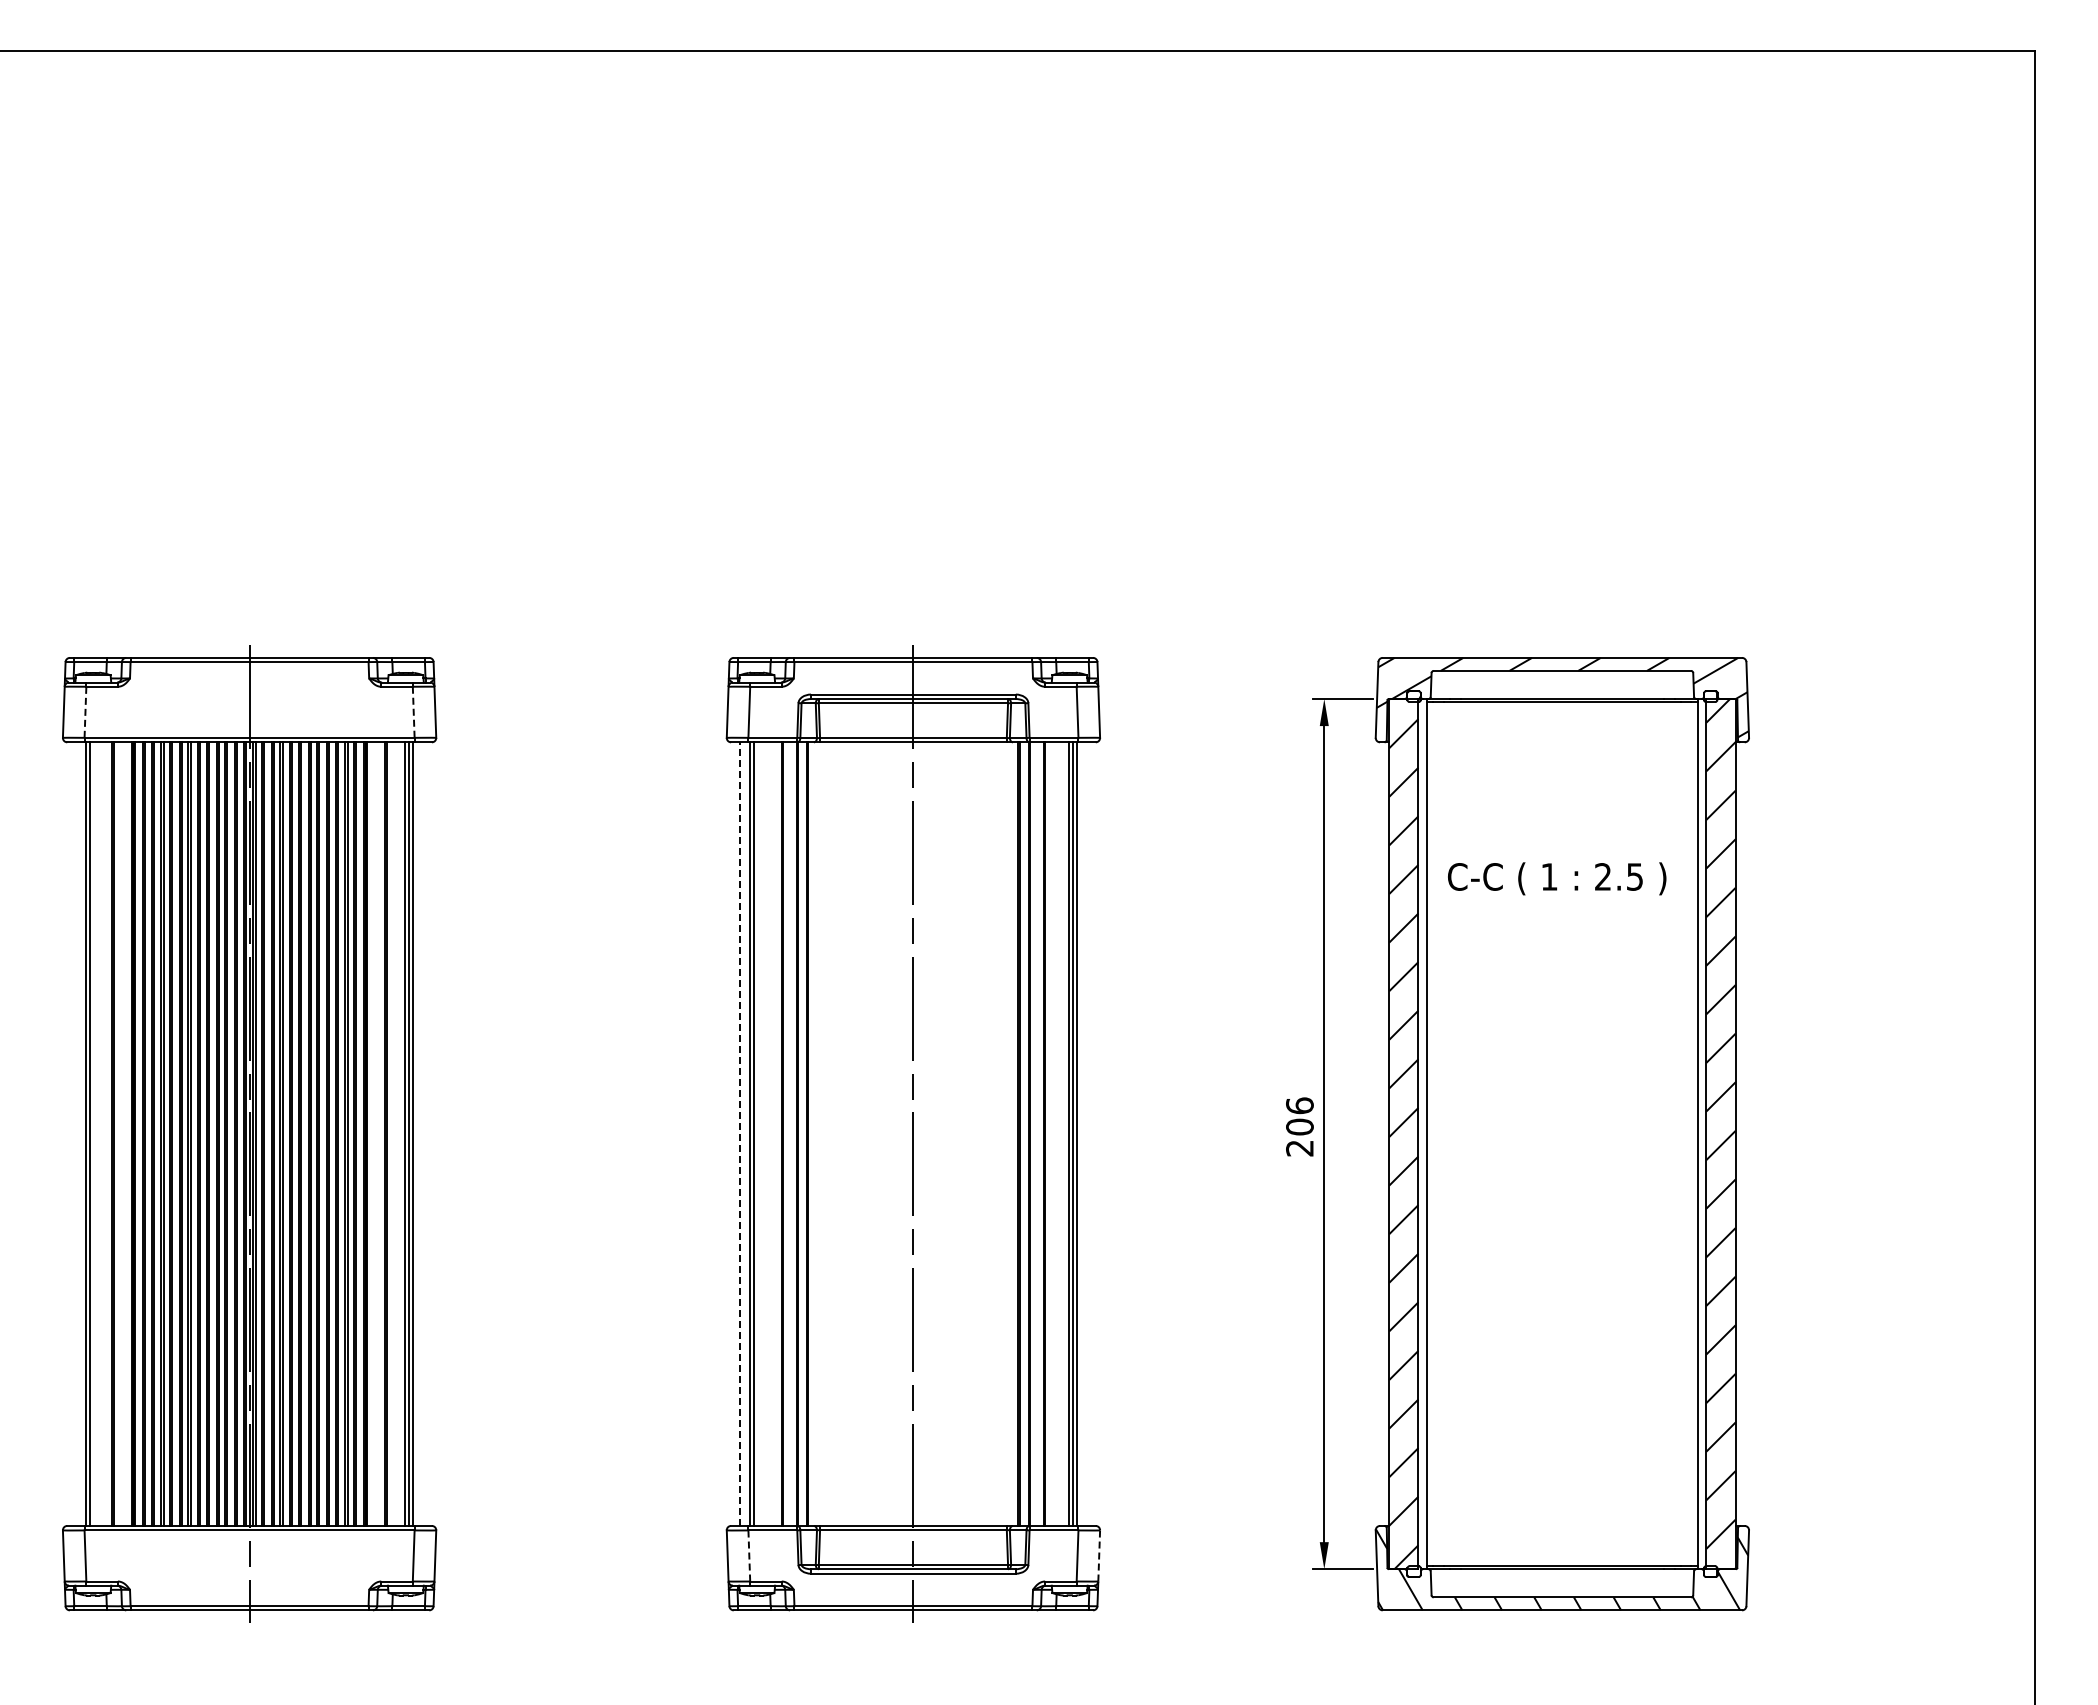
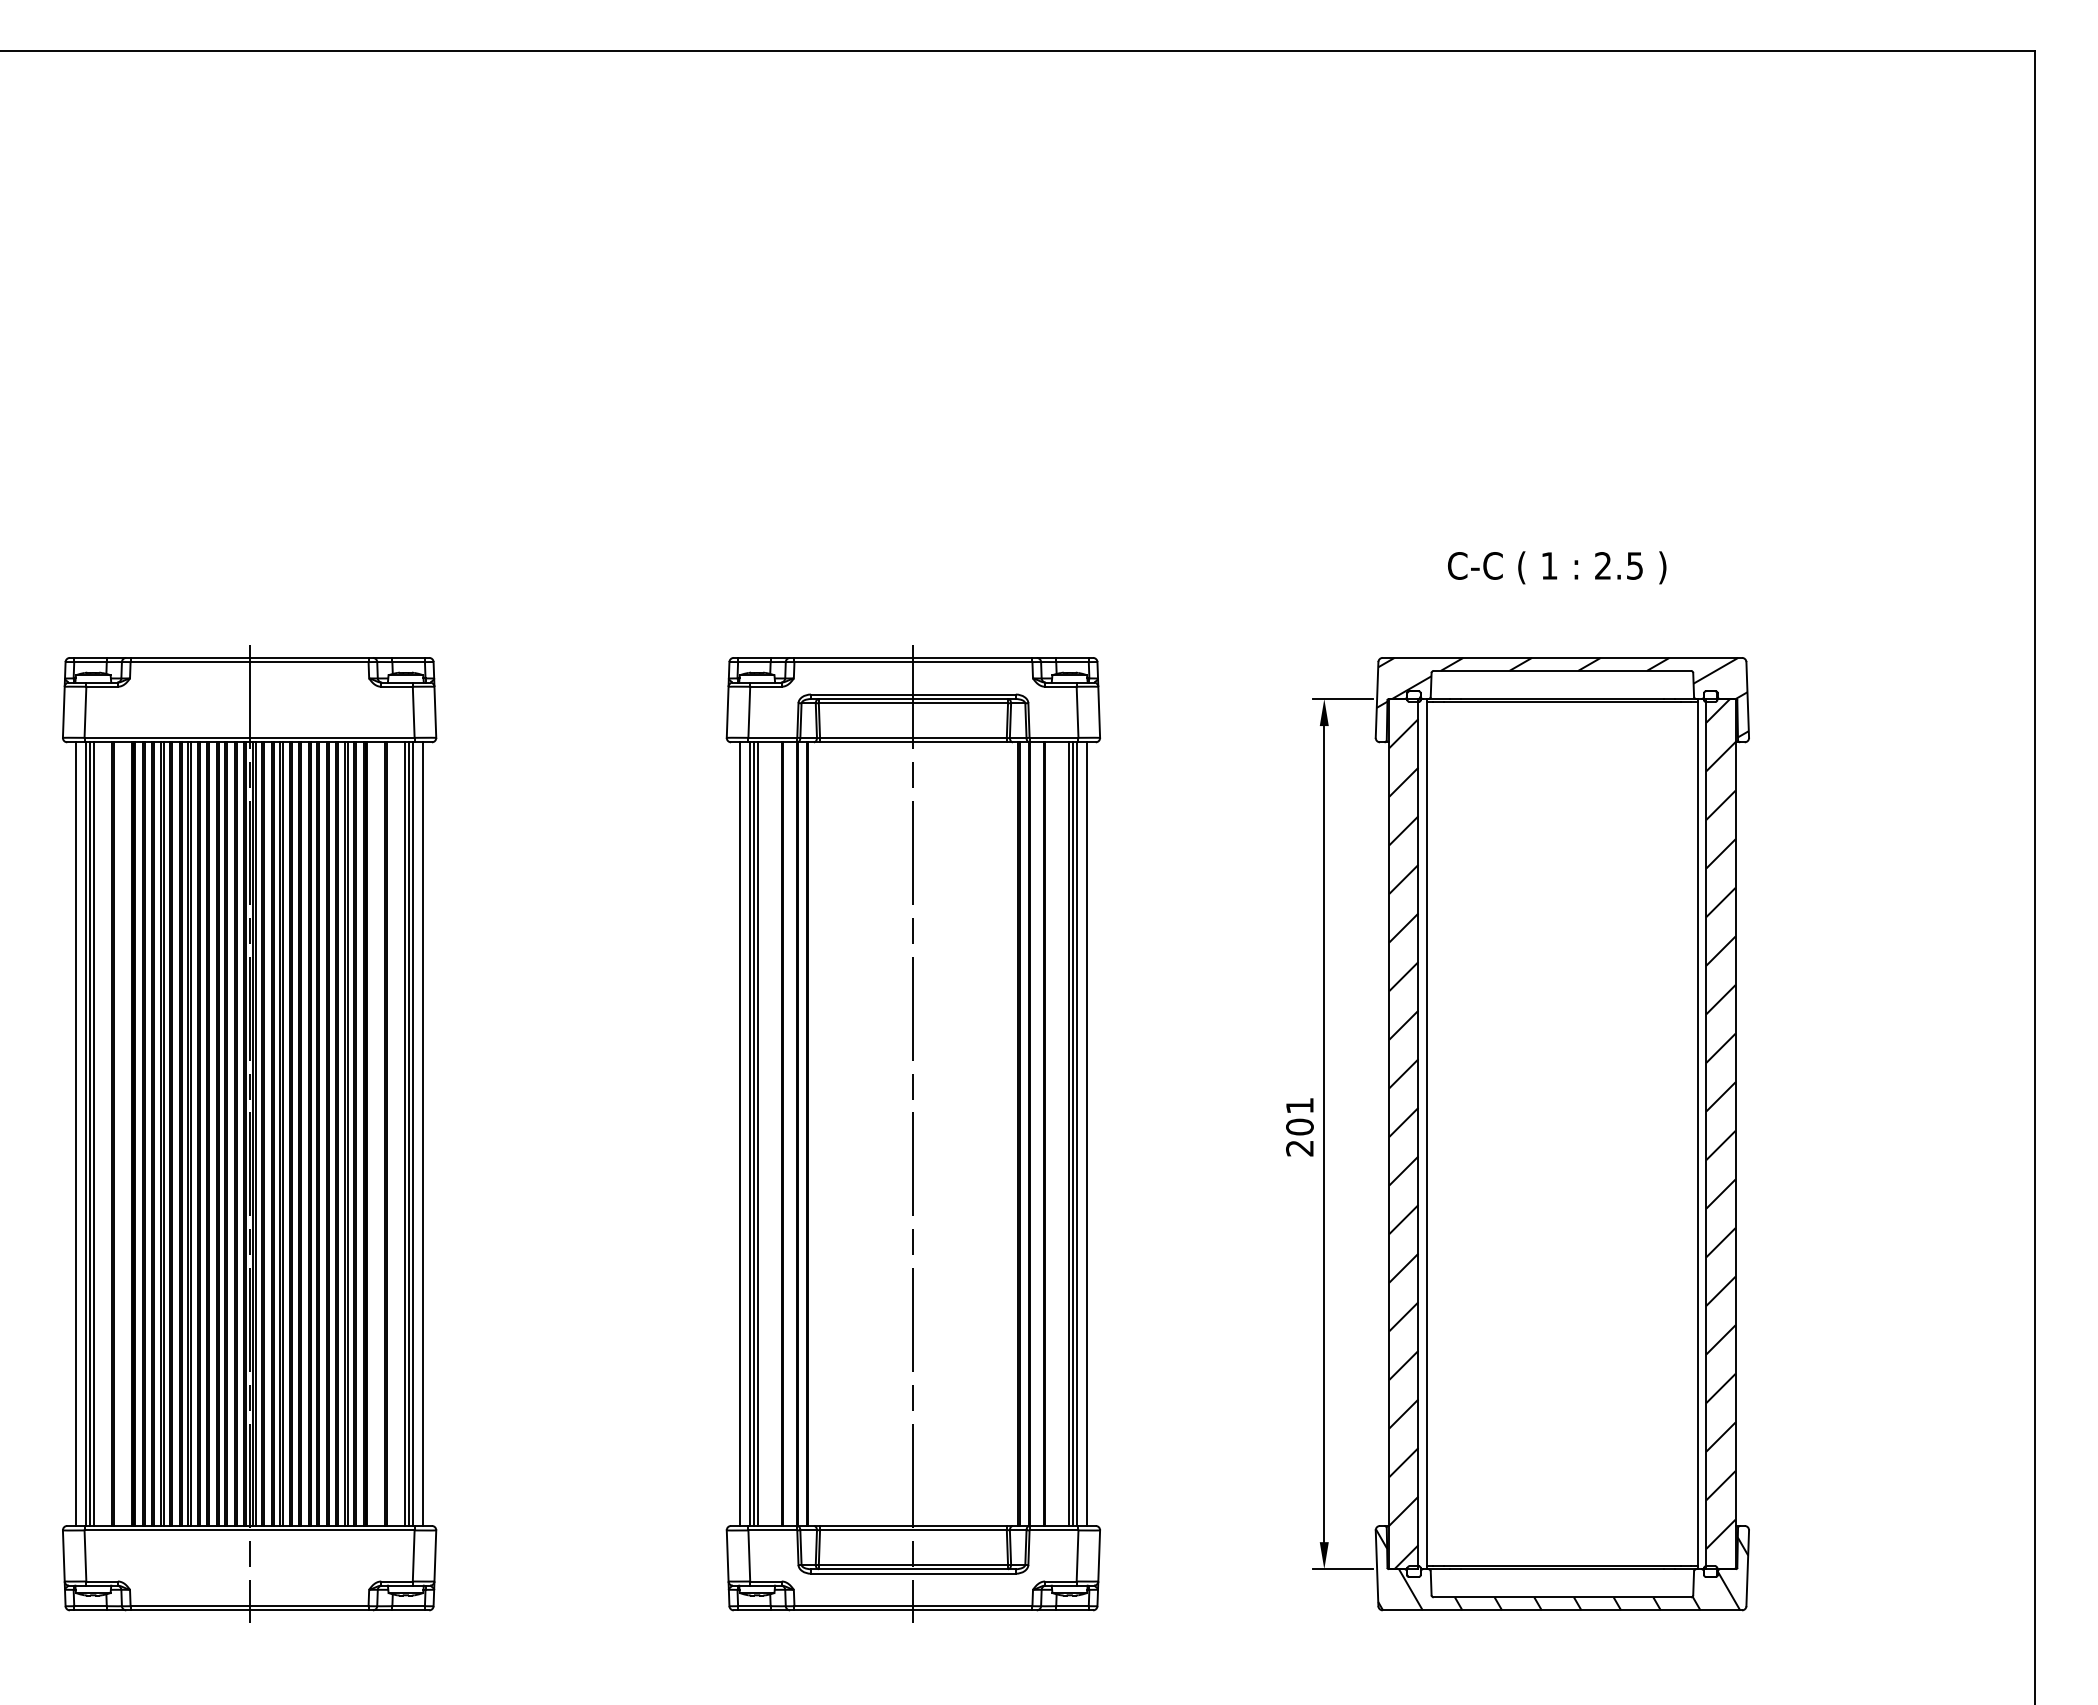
line at (85, 712): dashed -> solid
line at (413, 712): dashed -> solid
text at (1557, 878) position: (1557, 878) -> (1557, 567)
text at (1299, 1105): 206 -> 201
line at (76, 1133): none -> present
line at (94, 1133): none -> present
line at (422, 1133): none -> present
line at (758, 1133): none -> present
line at (1086, 1133): none -> present
line at (740, 1134): dashed -> solid
line at (749, 1555): dashed -> solid
line at (1099, 1555): dashed -> solid
